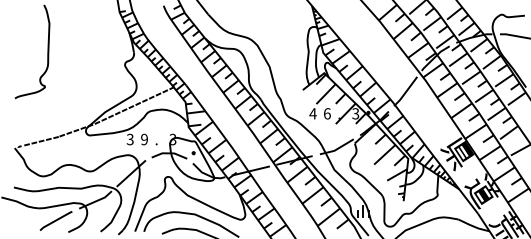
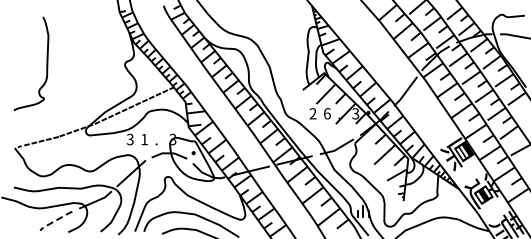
curve at (47, 51) position: (47, 51) -> (46, 63)
text at (312, 113): 4 -> 2
text at (144, 139): 9 -> 1
line at (55, 220): solid -> dashed
